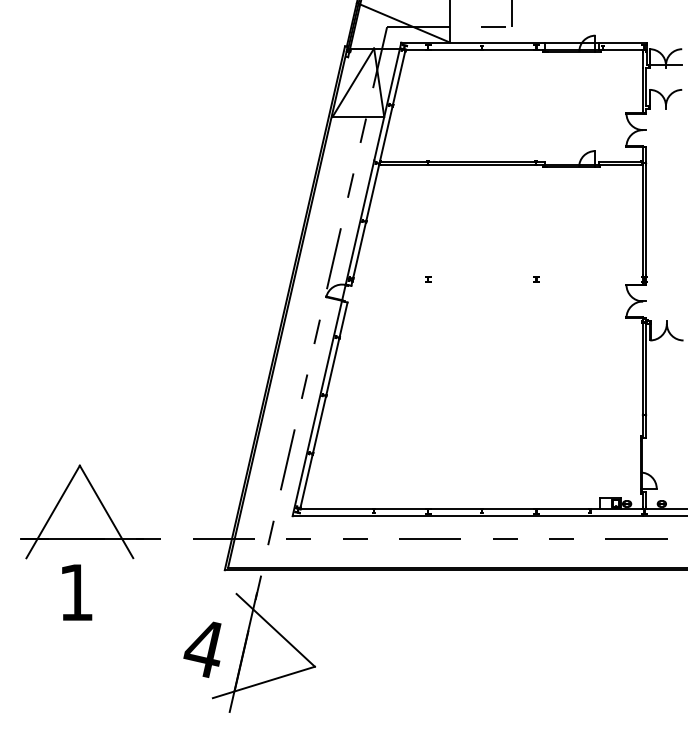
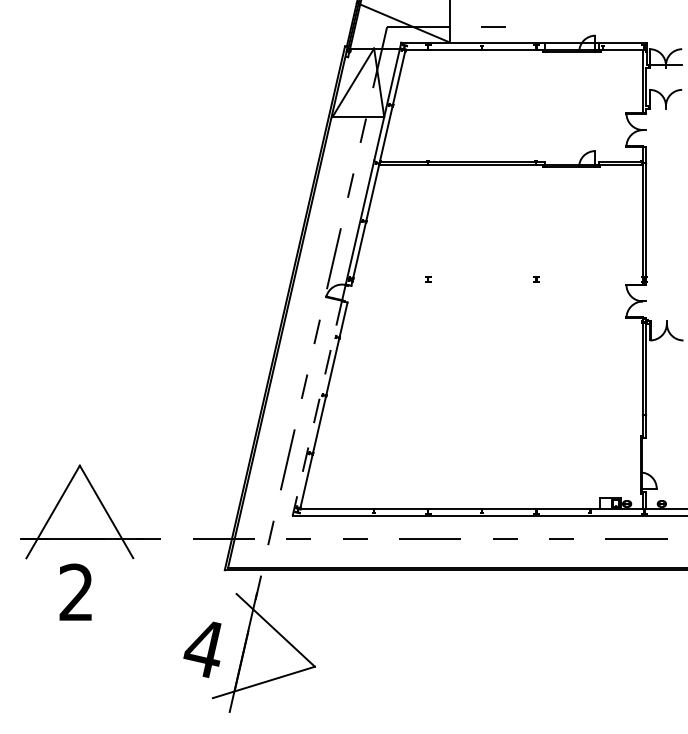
line at (511, 14): present -> none
line at (317, 409): solid -> dashed
text at (75, 591): 1 -> 2
